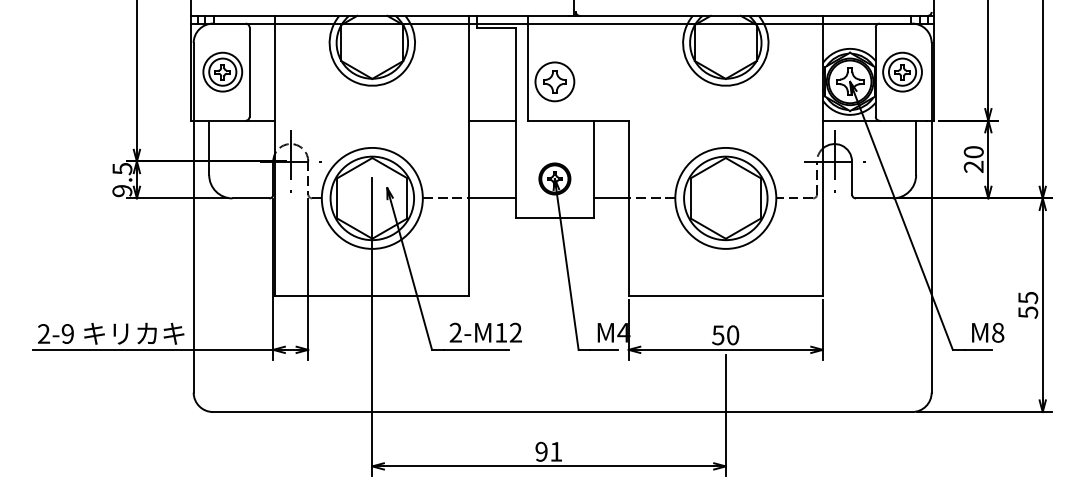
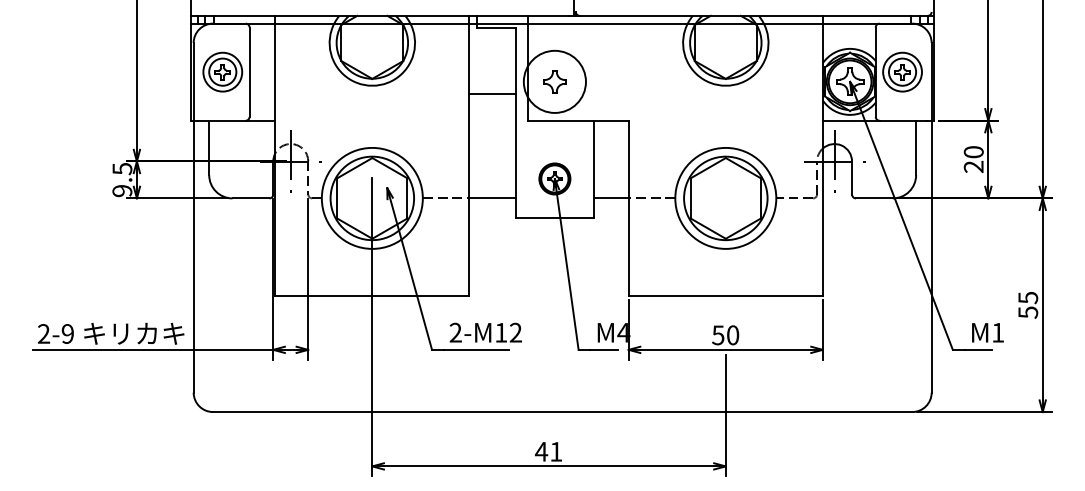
circle at (554, 81) diameter: 39 px -> 62 px
line at (492, 120) position: (492, 120) -> (492, 93)
text at (998, 332): M8 -> M1
text at (541, 451): 91 -> 41
